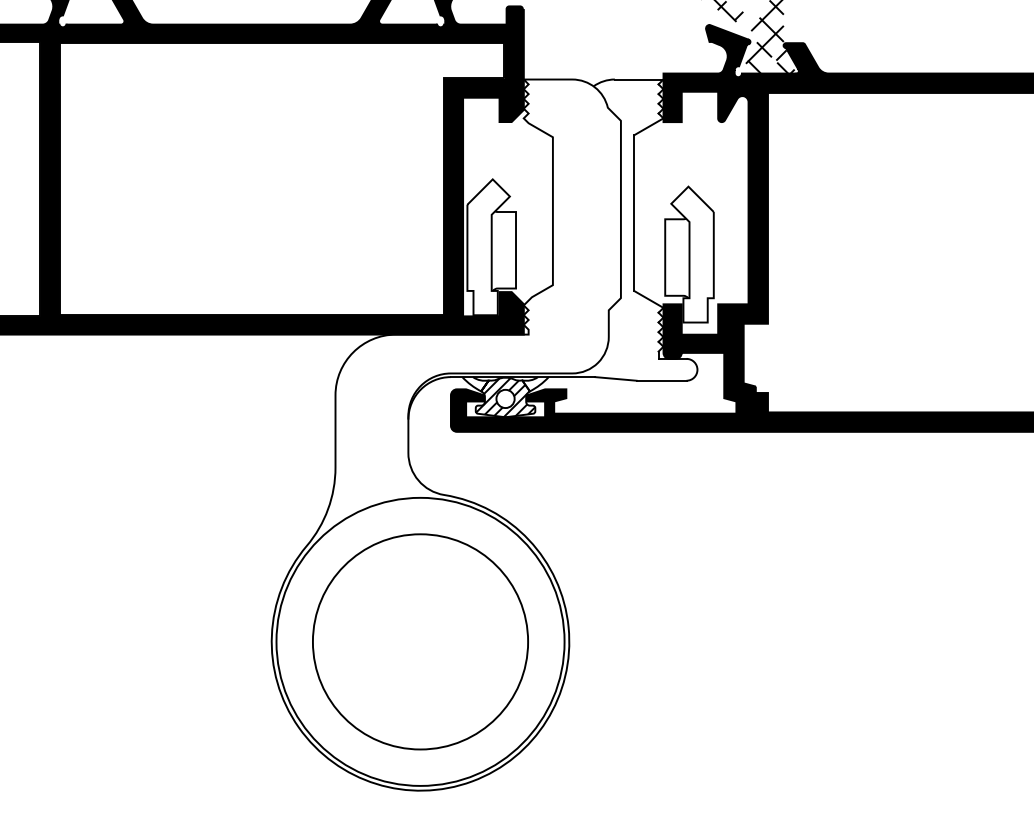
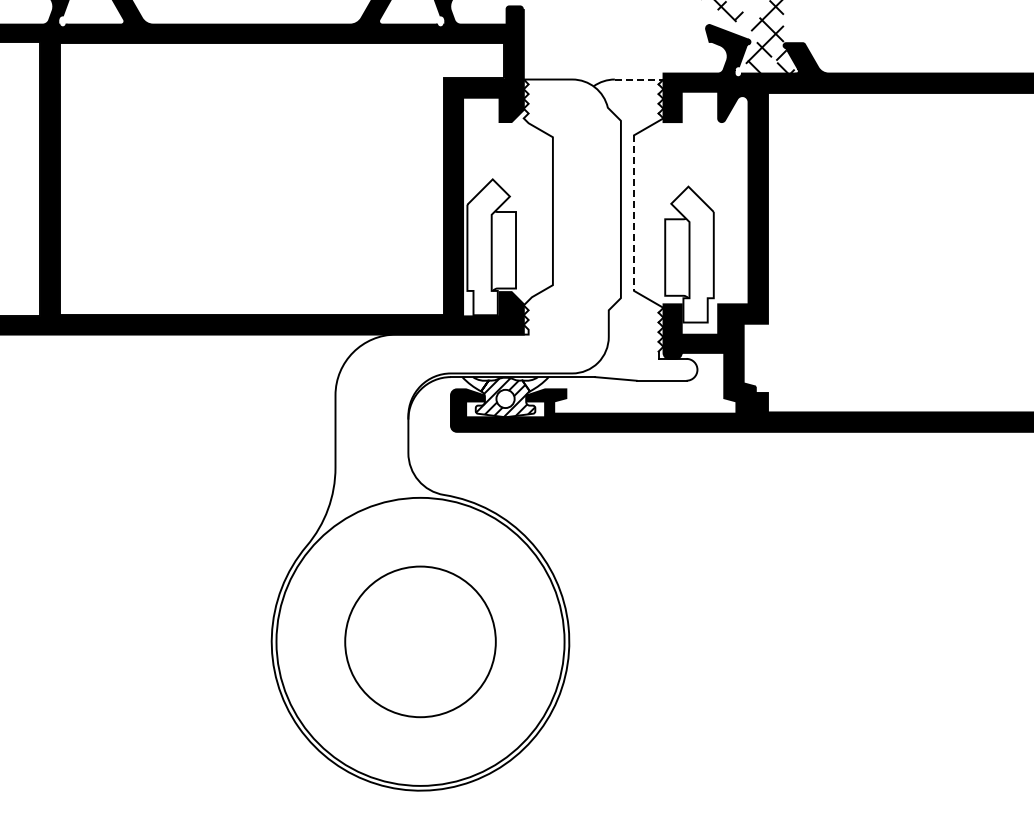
line at (639, 79): solid -> dashed
line at (634, 213): solid -> dashed
circle at (420, 641) diameter: 215 px -> 151 px
